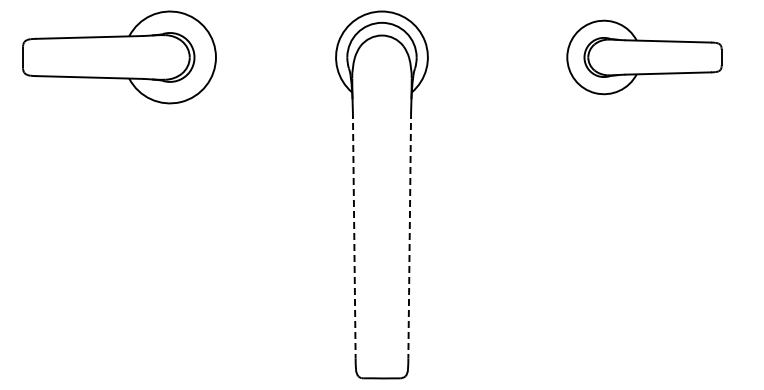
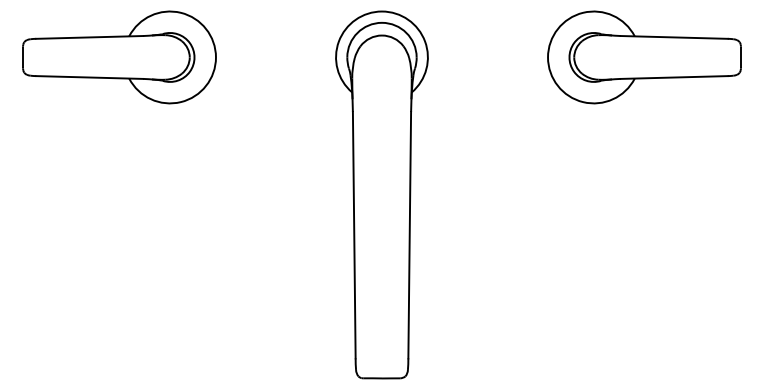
part at (644, 57) size: 157x77 px -> 195x95 px
line at (354, 235): dashed -> solid
line at (409, 235): dashed -> solid
